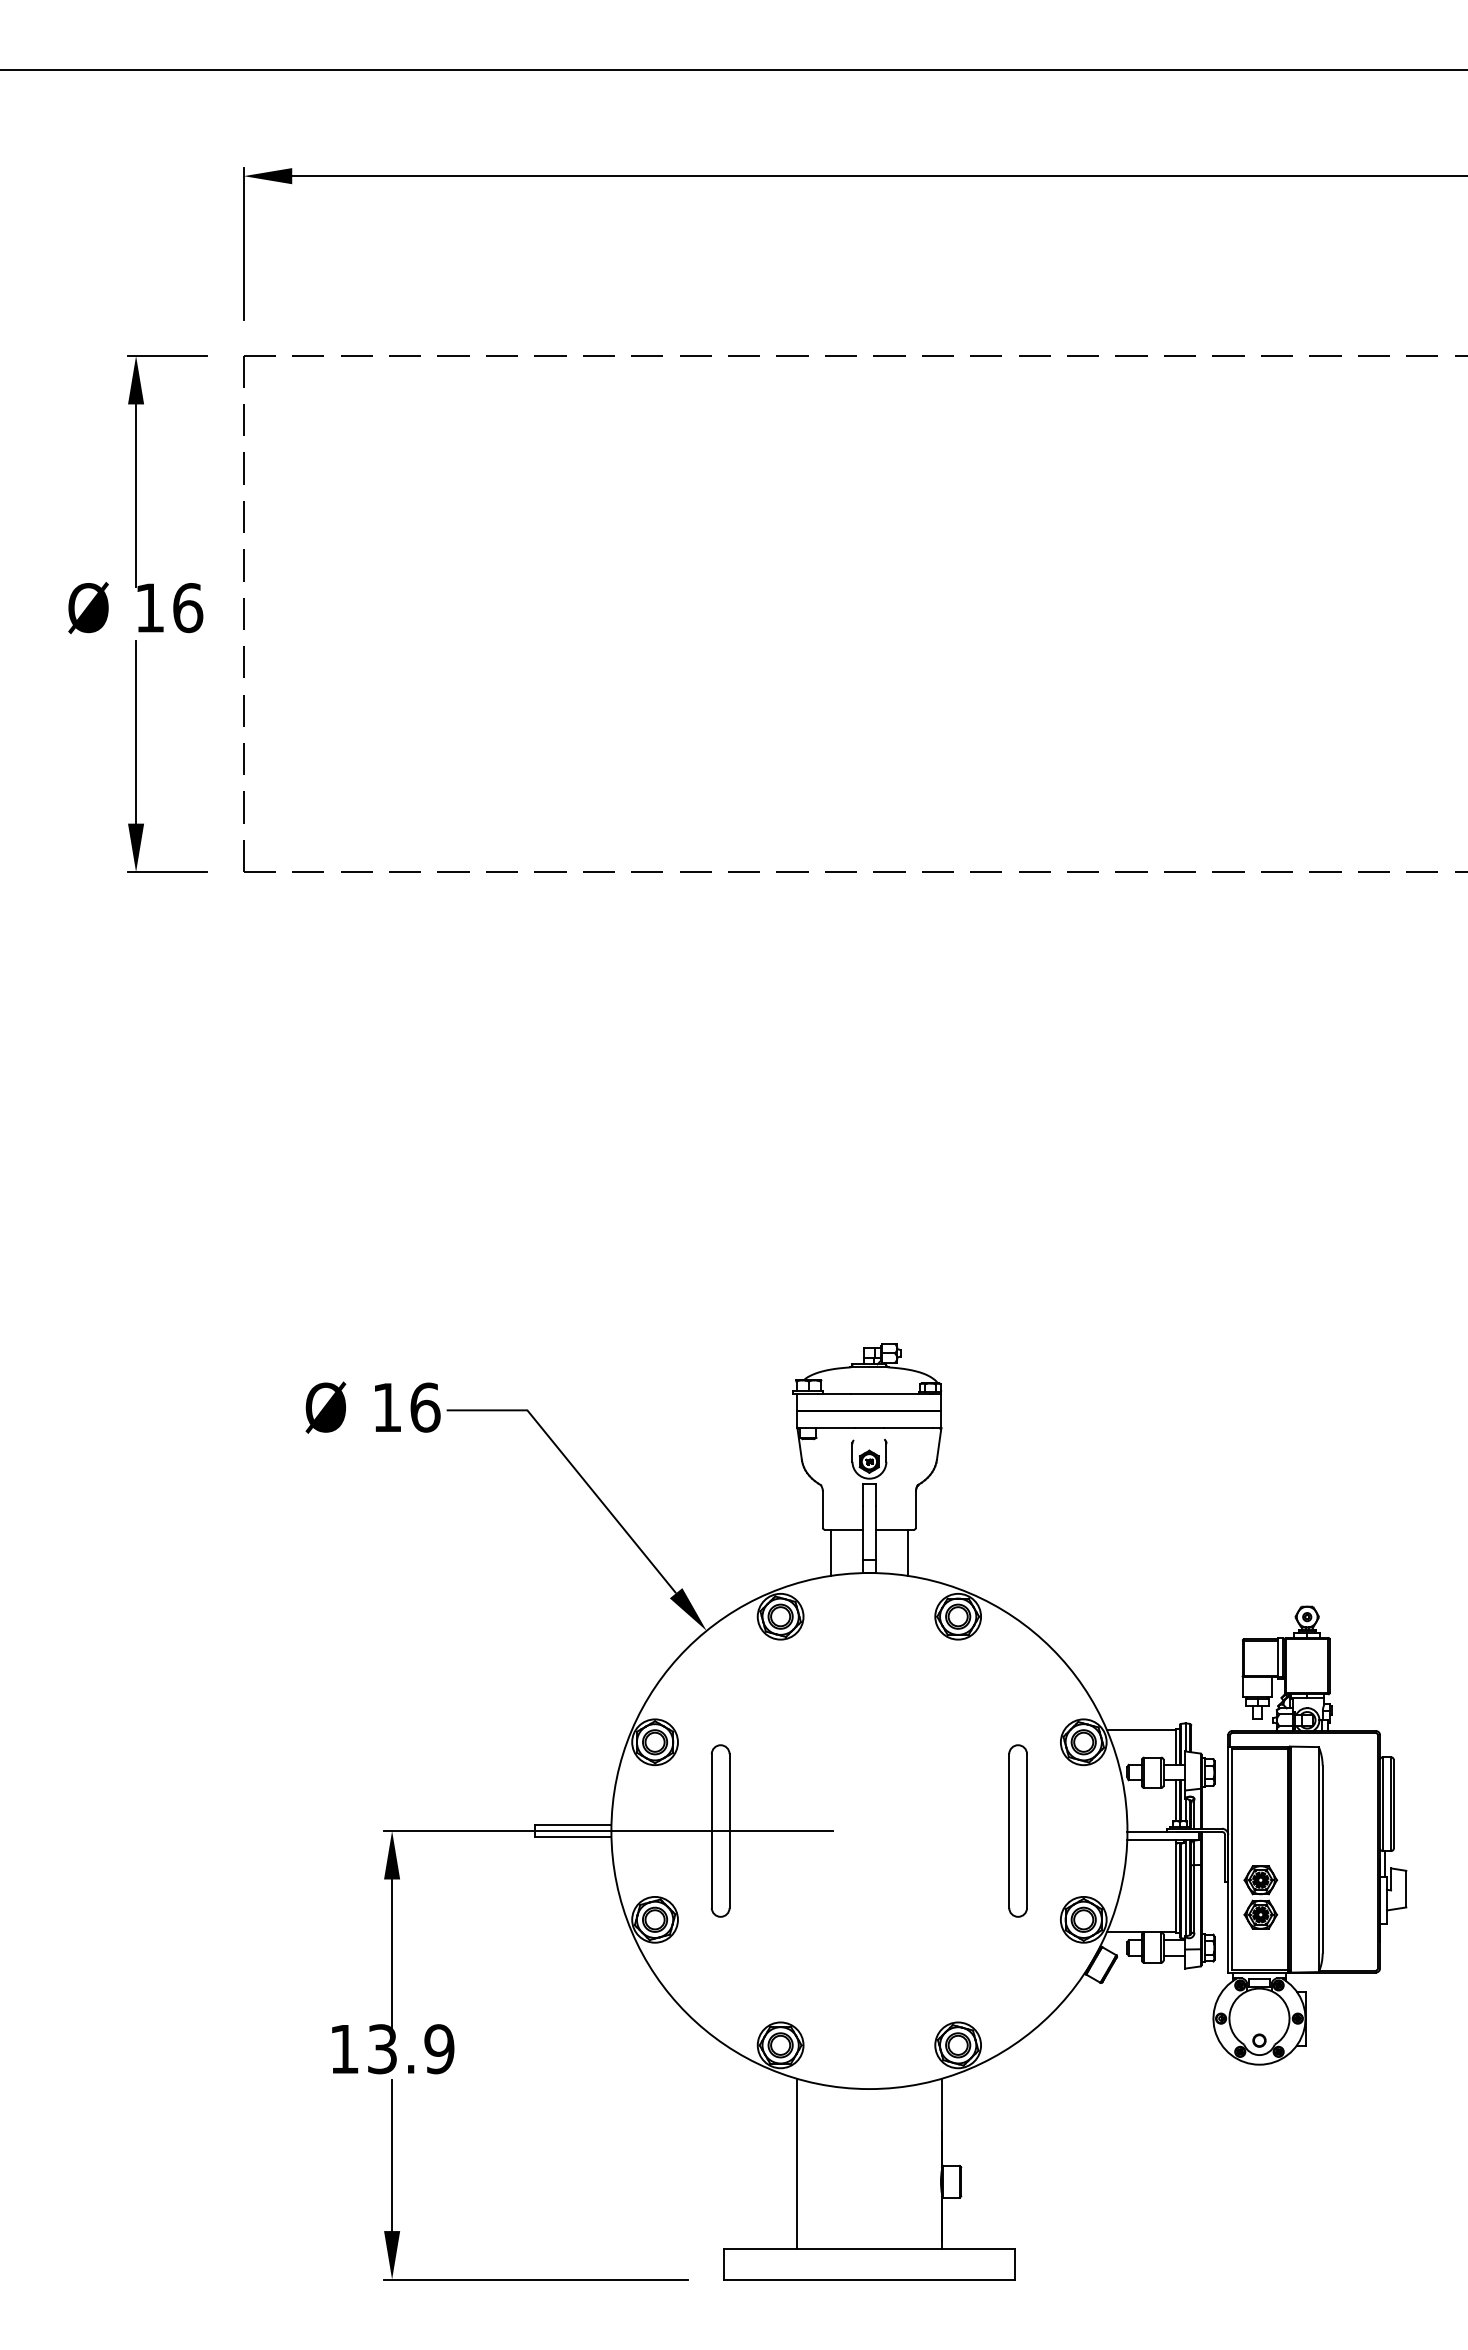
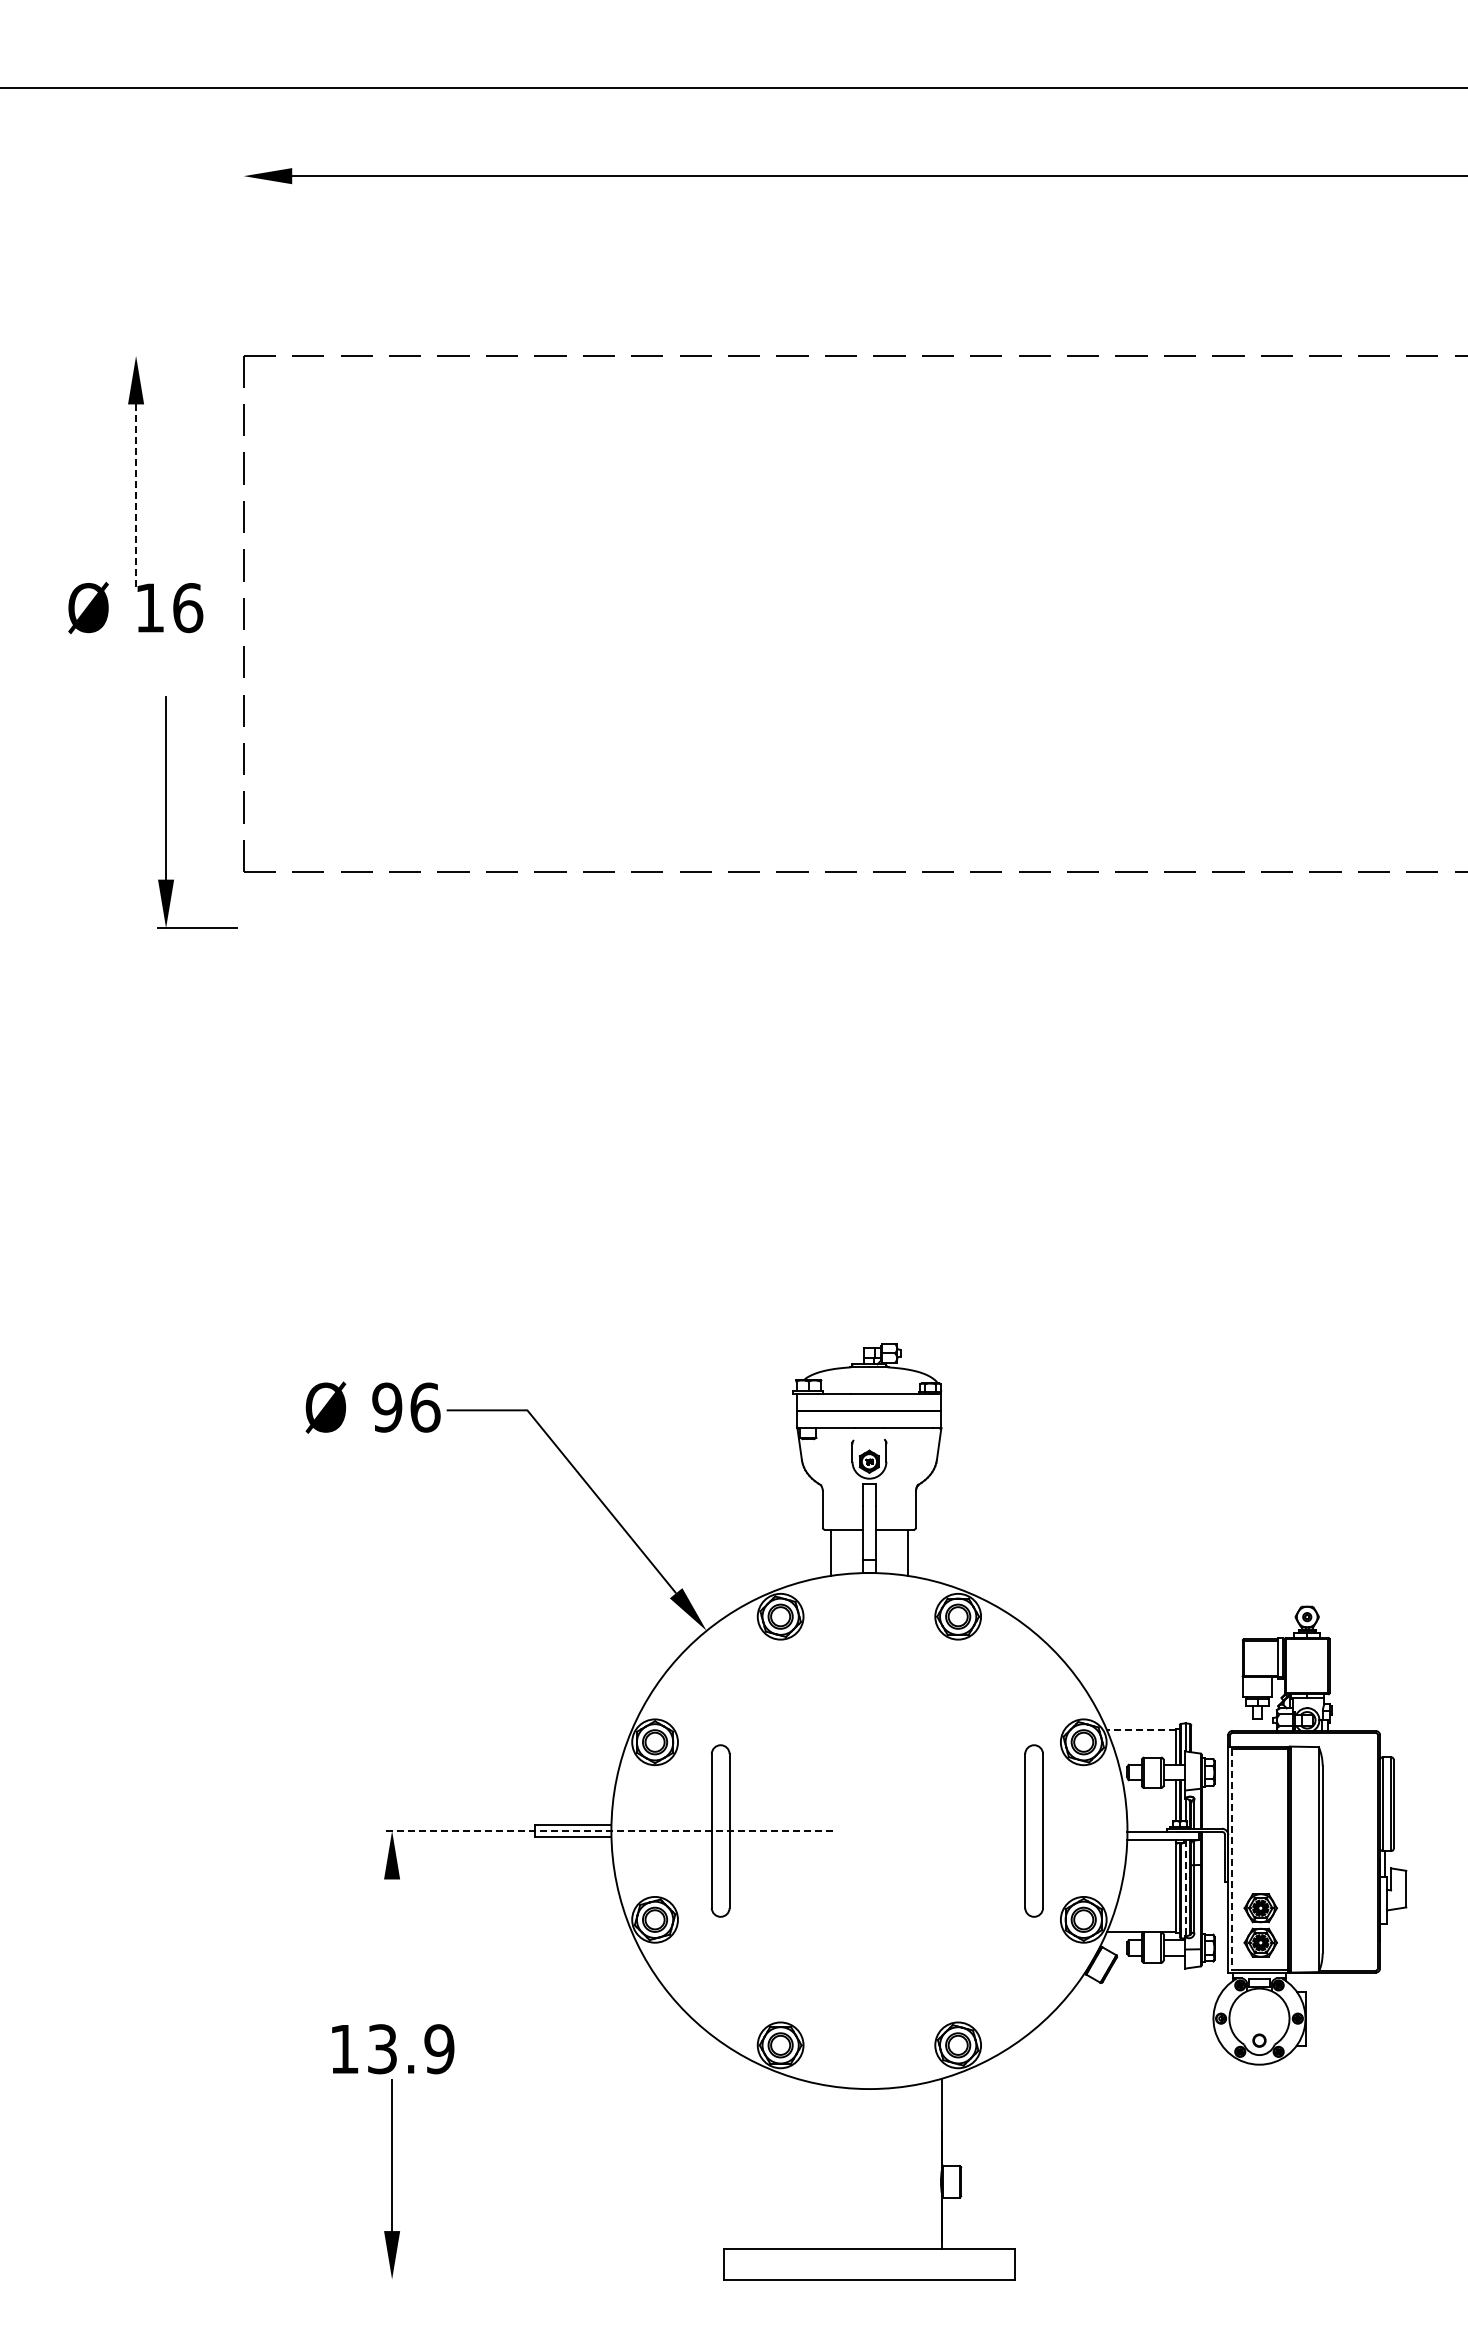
line at (733, 70) position: (733, 70) -> (733, 88)
line at (243, 243): present -> none
line at (167, 356): present -> none
line at (136, 496): solid -> dashed
part at (136, 756) position: (136, 756) -> (166, 812)
text at (387, 1407): 16 -> 96
line at (1140, 1729): solid -> dashed
part at (1017, 1830) position: (1017, 1830) -> (1033, 1830)
line at (608, 1831): solid -> dashed
line at (1232, 1859): solid -> dashed
line at (1185, 1888): solid -> dashed
part at (1260, 1897) position: (1260, 1897) -> (1260, 1925)
line at (392, 1954): present -> none
line at (796, 2163): present -> none
line at (535, 2279): present -> none
